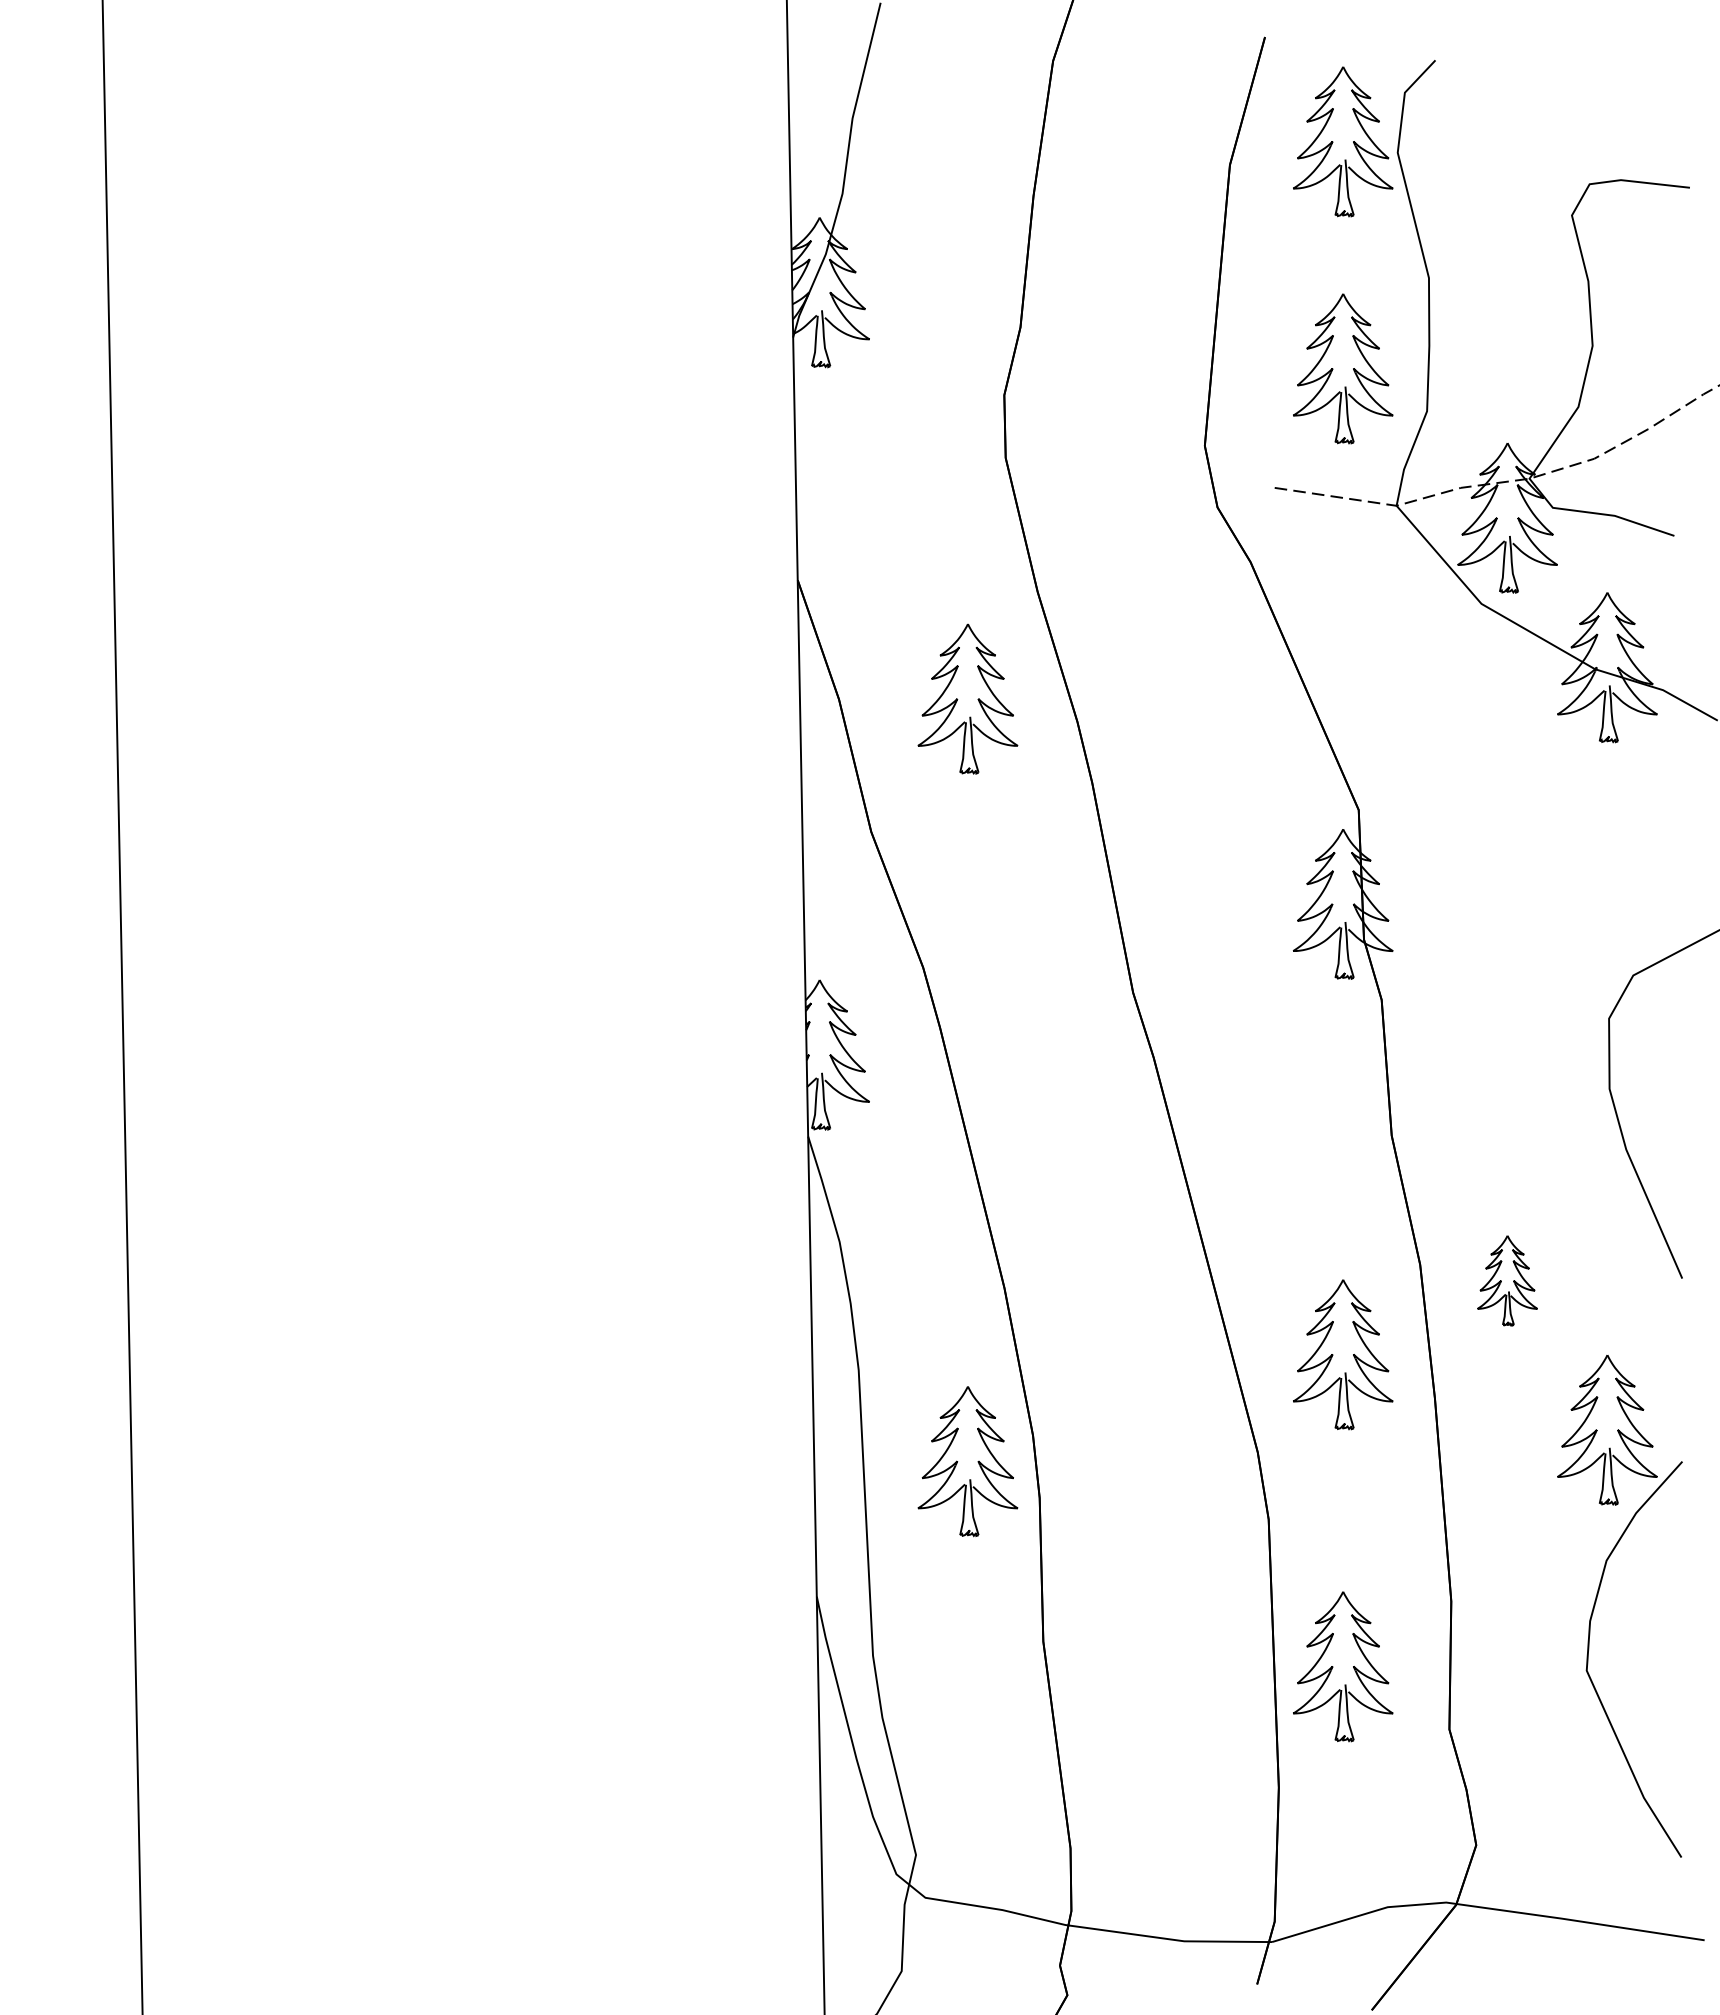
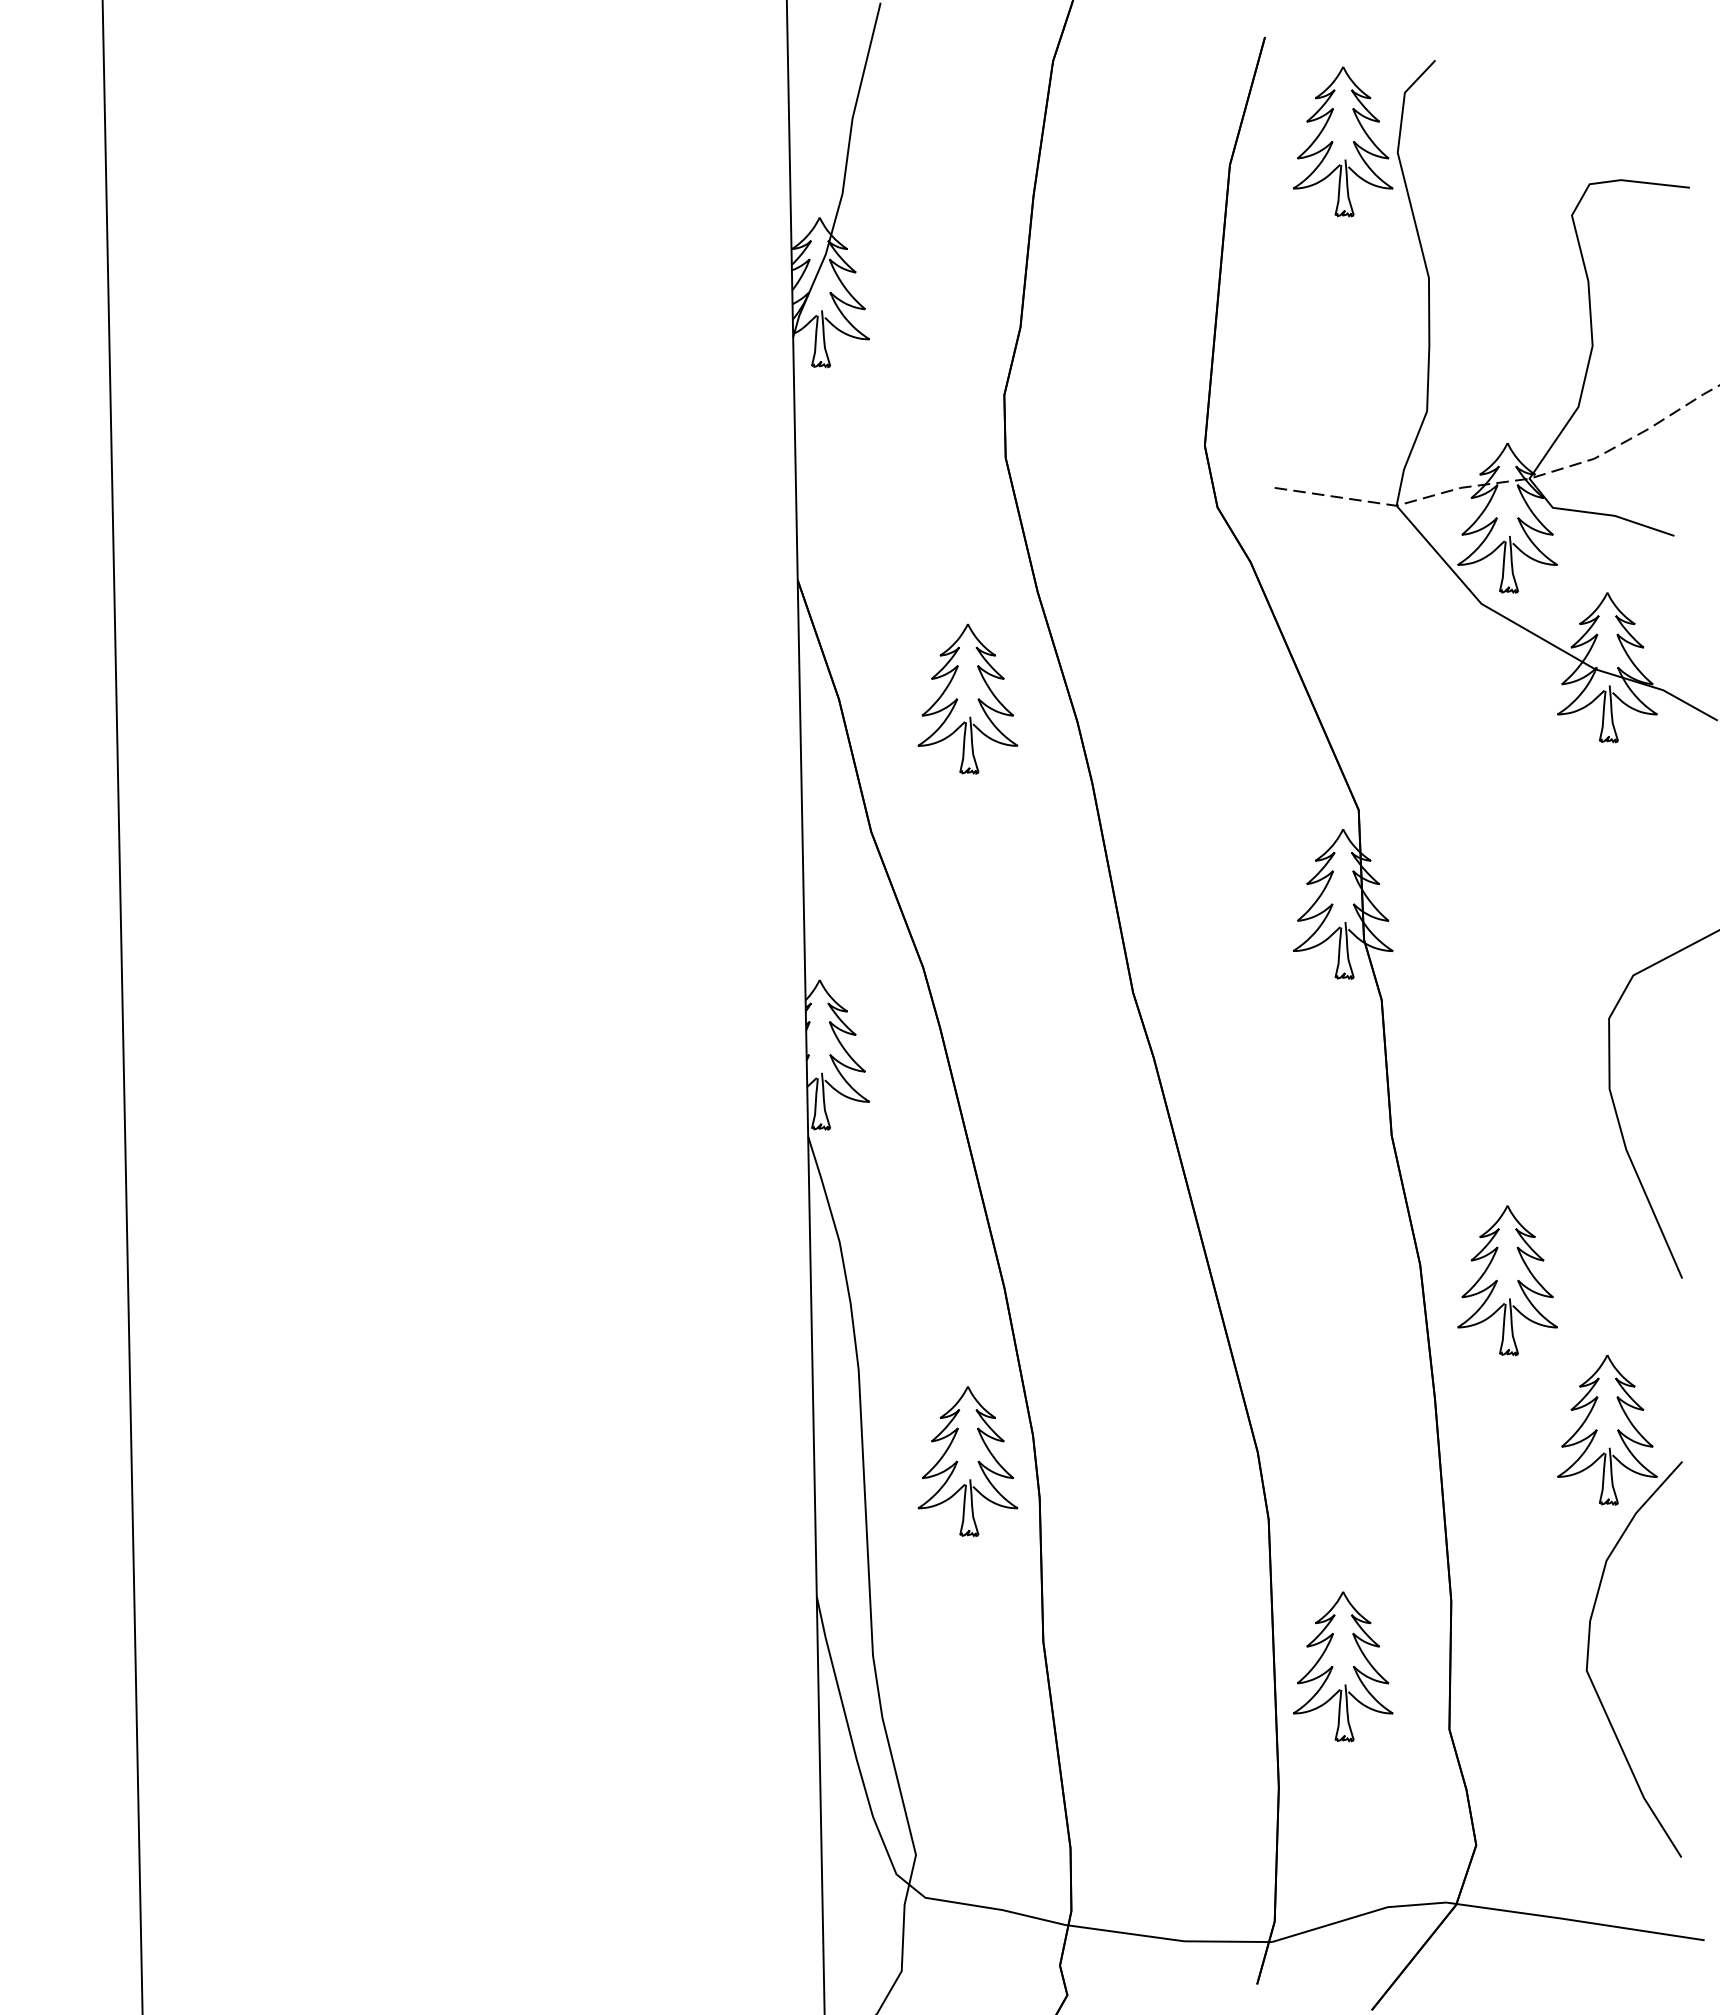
part at (1343, 368): present -> none
part at (1507, 1280) size: 61x92 px -> 101x152 px
part at (1343, 1354): present -> none
